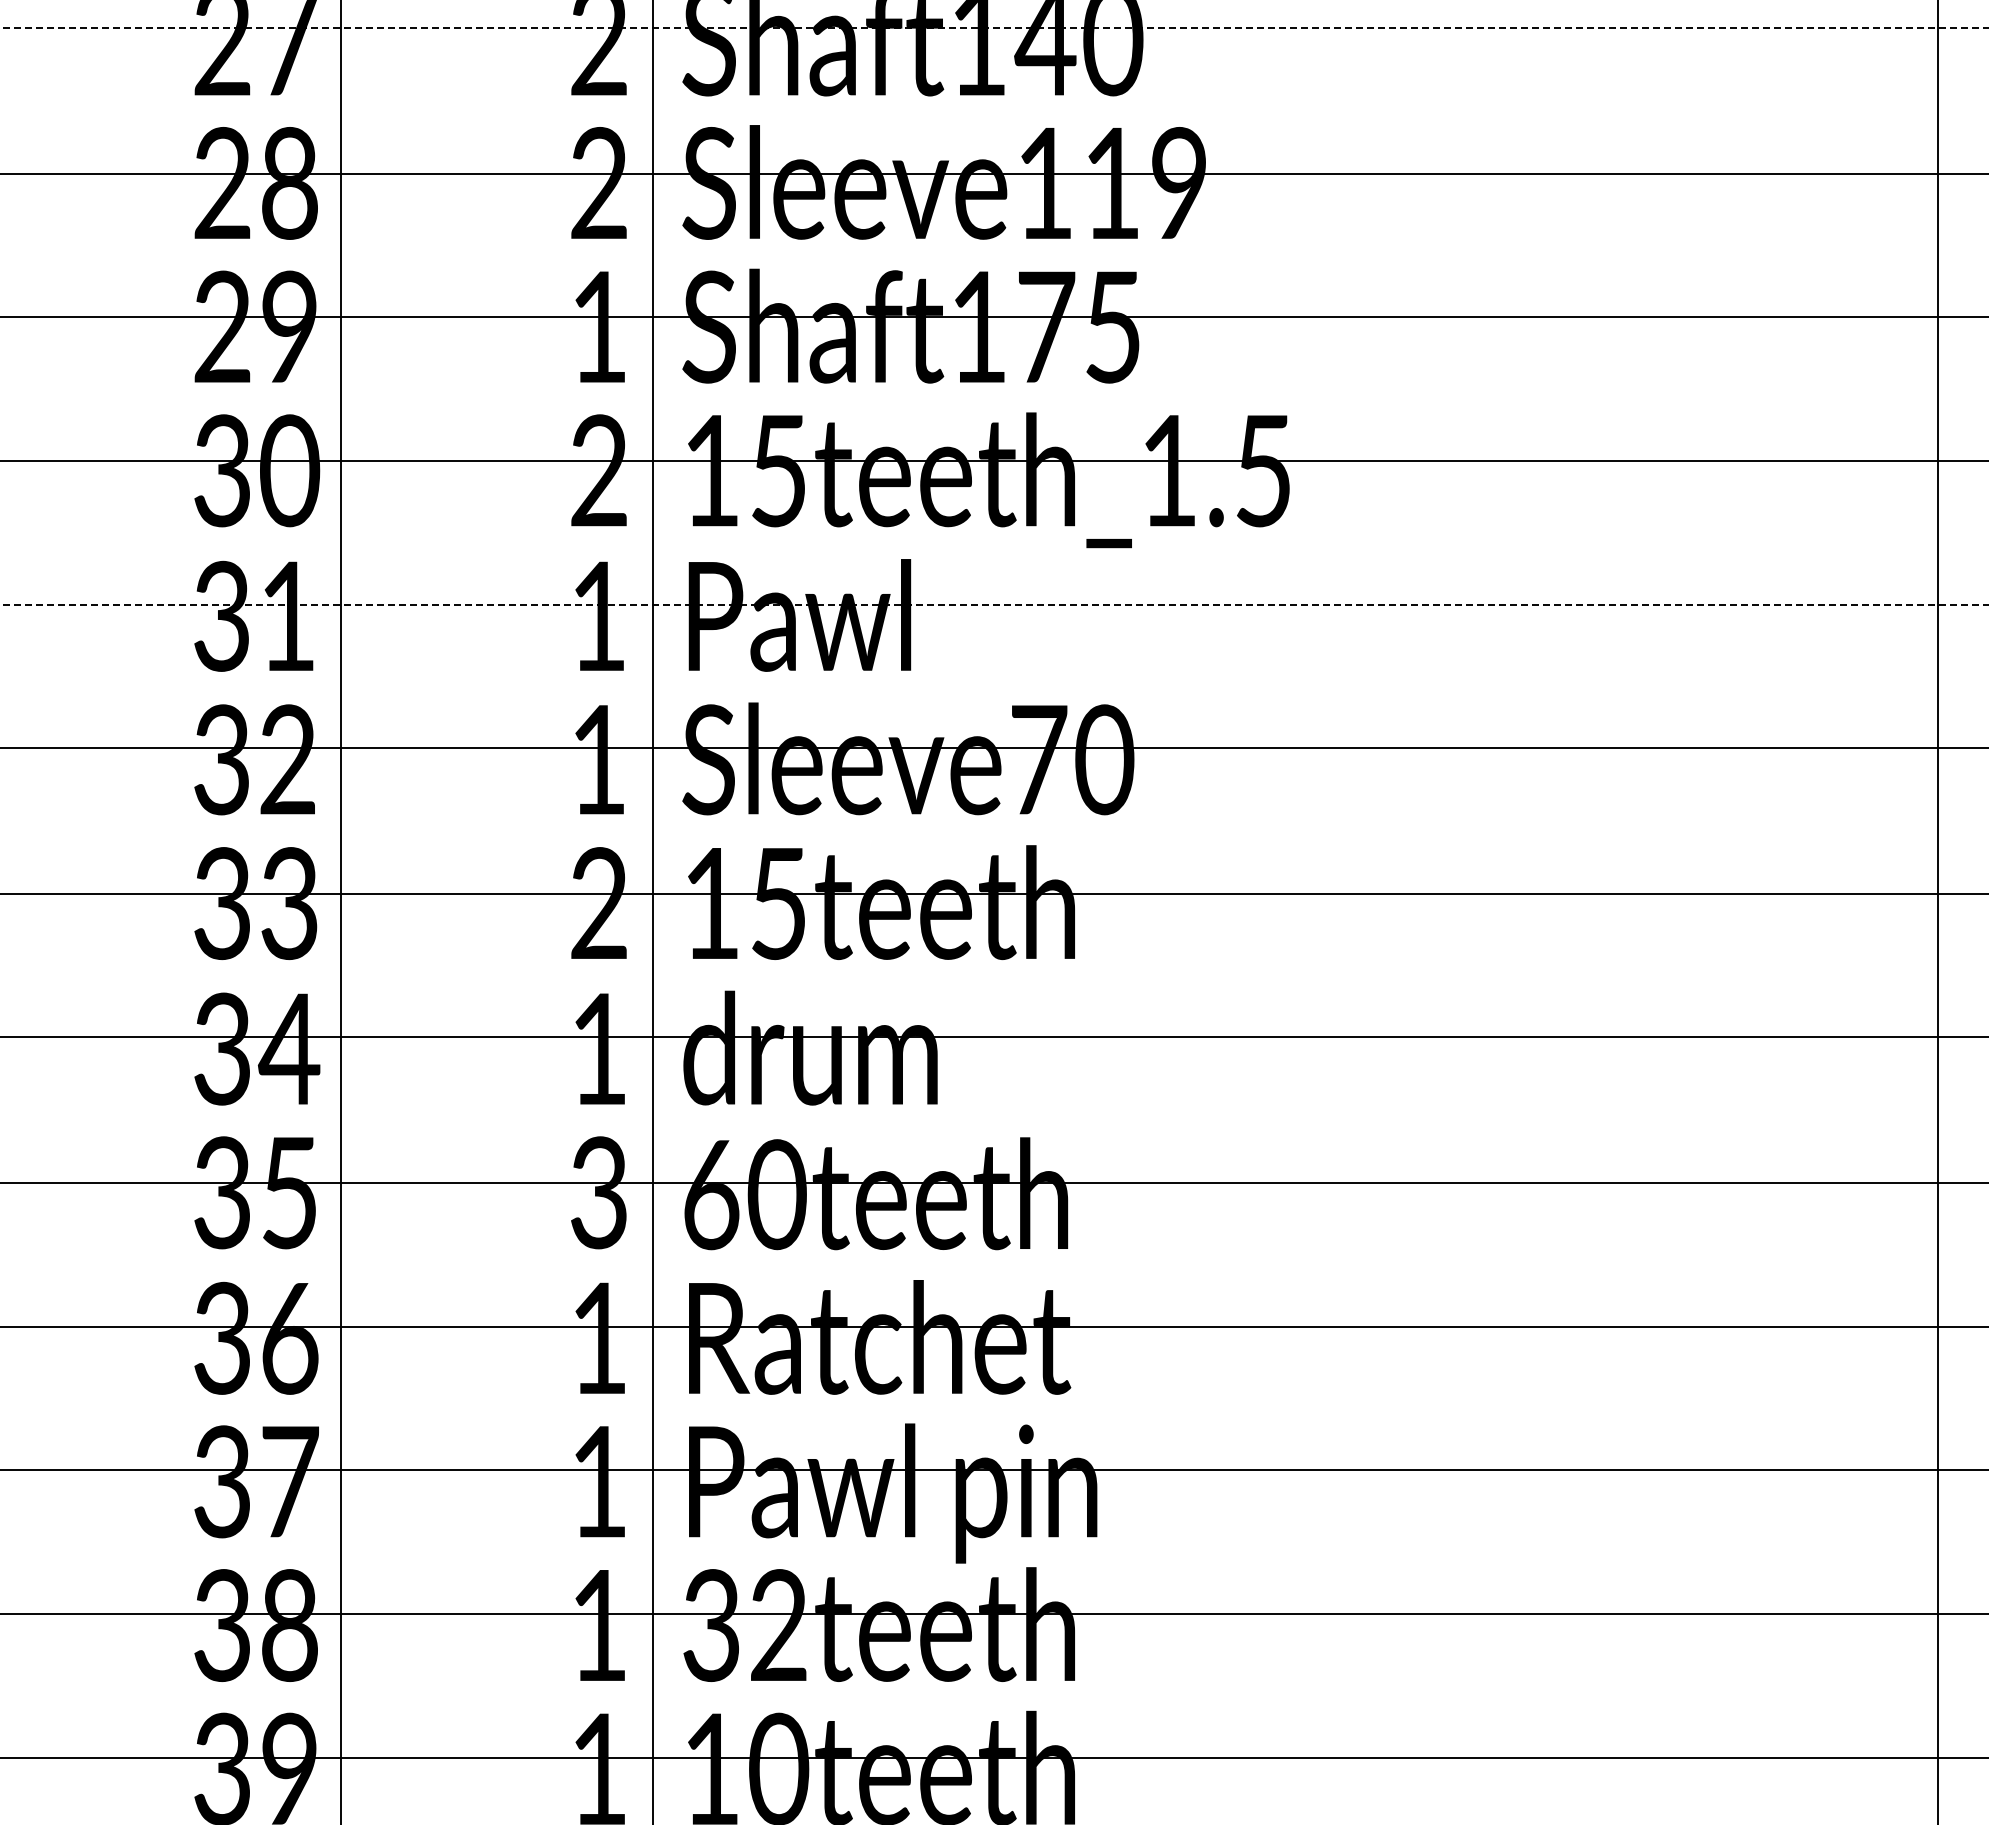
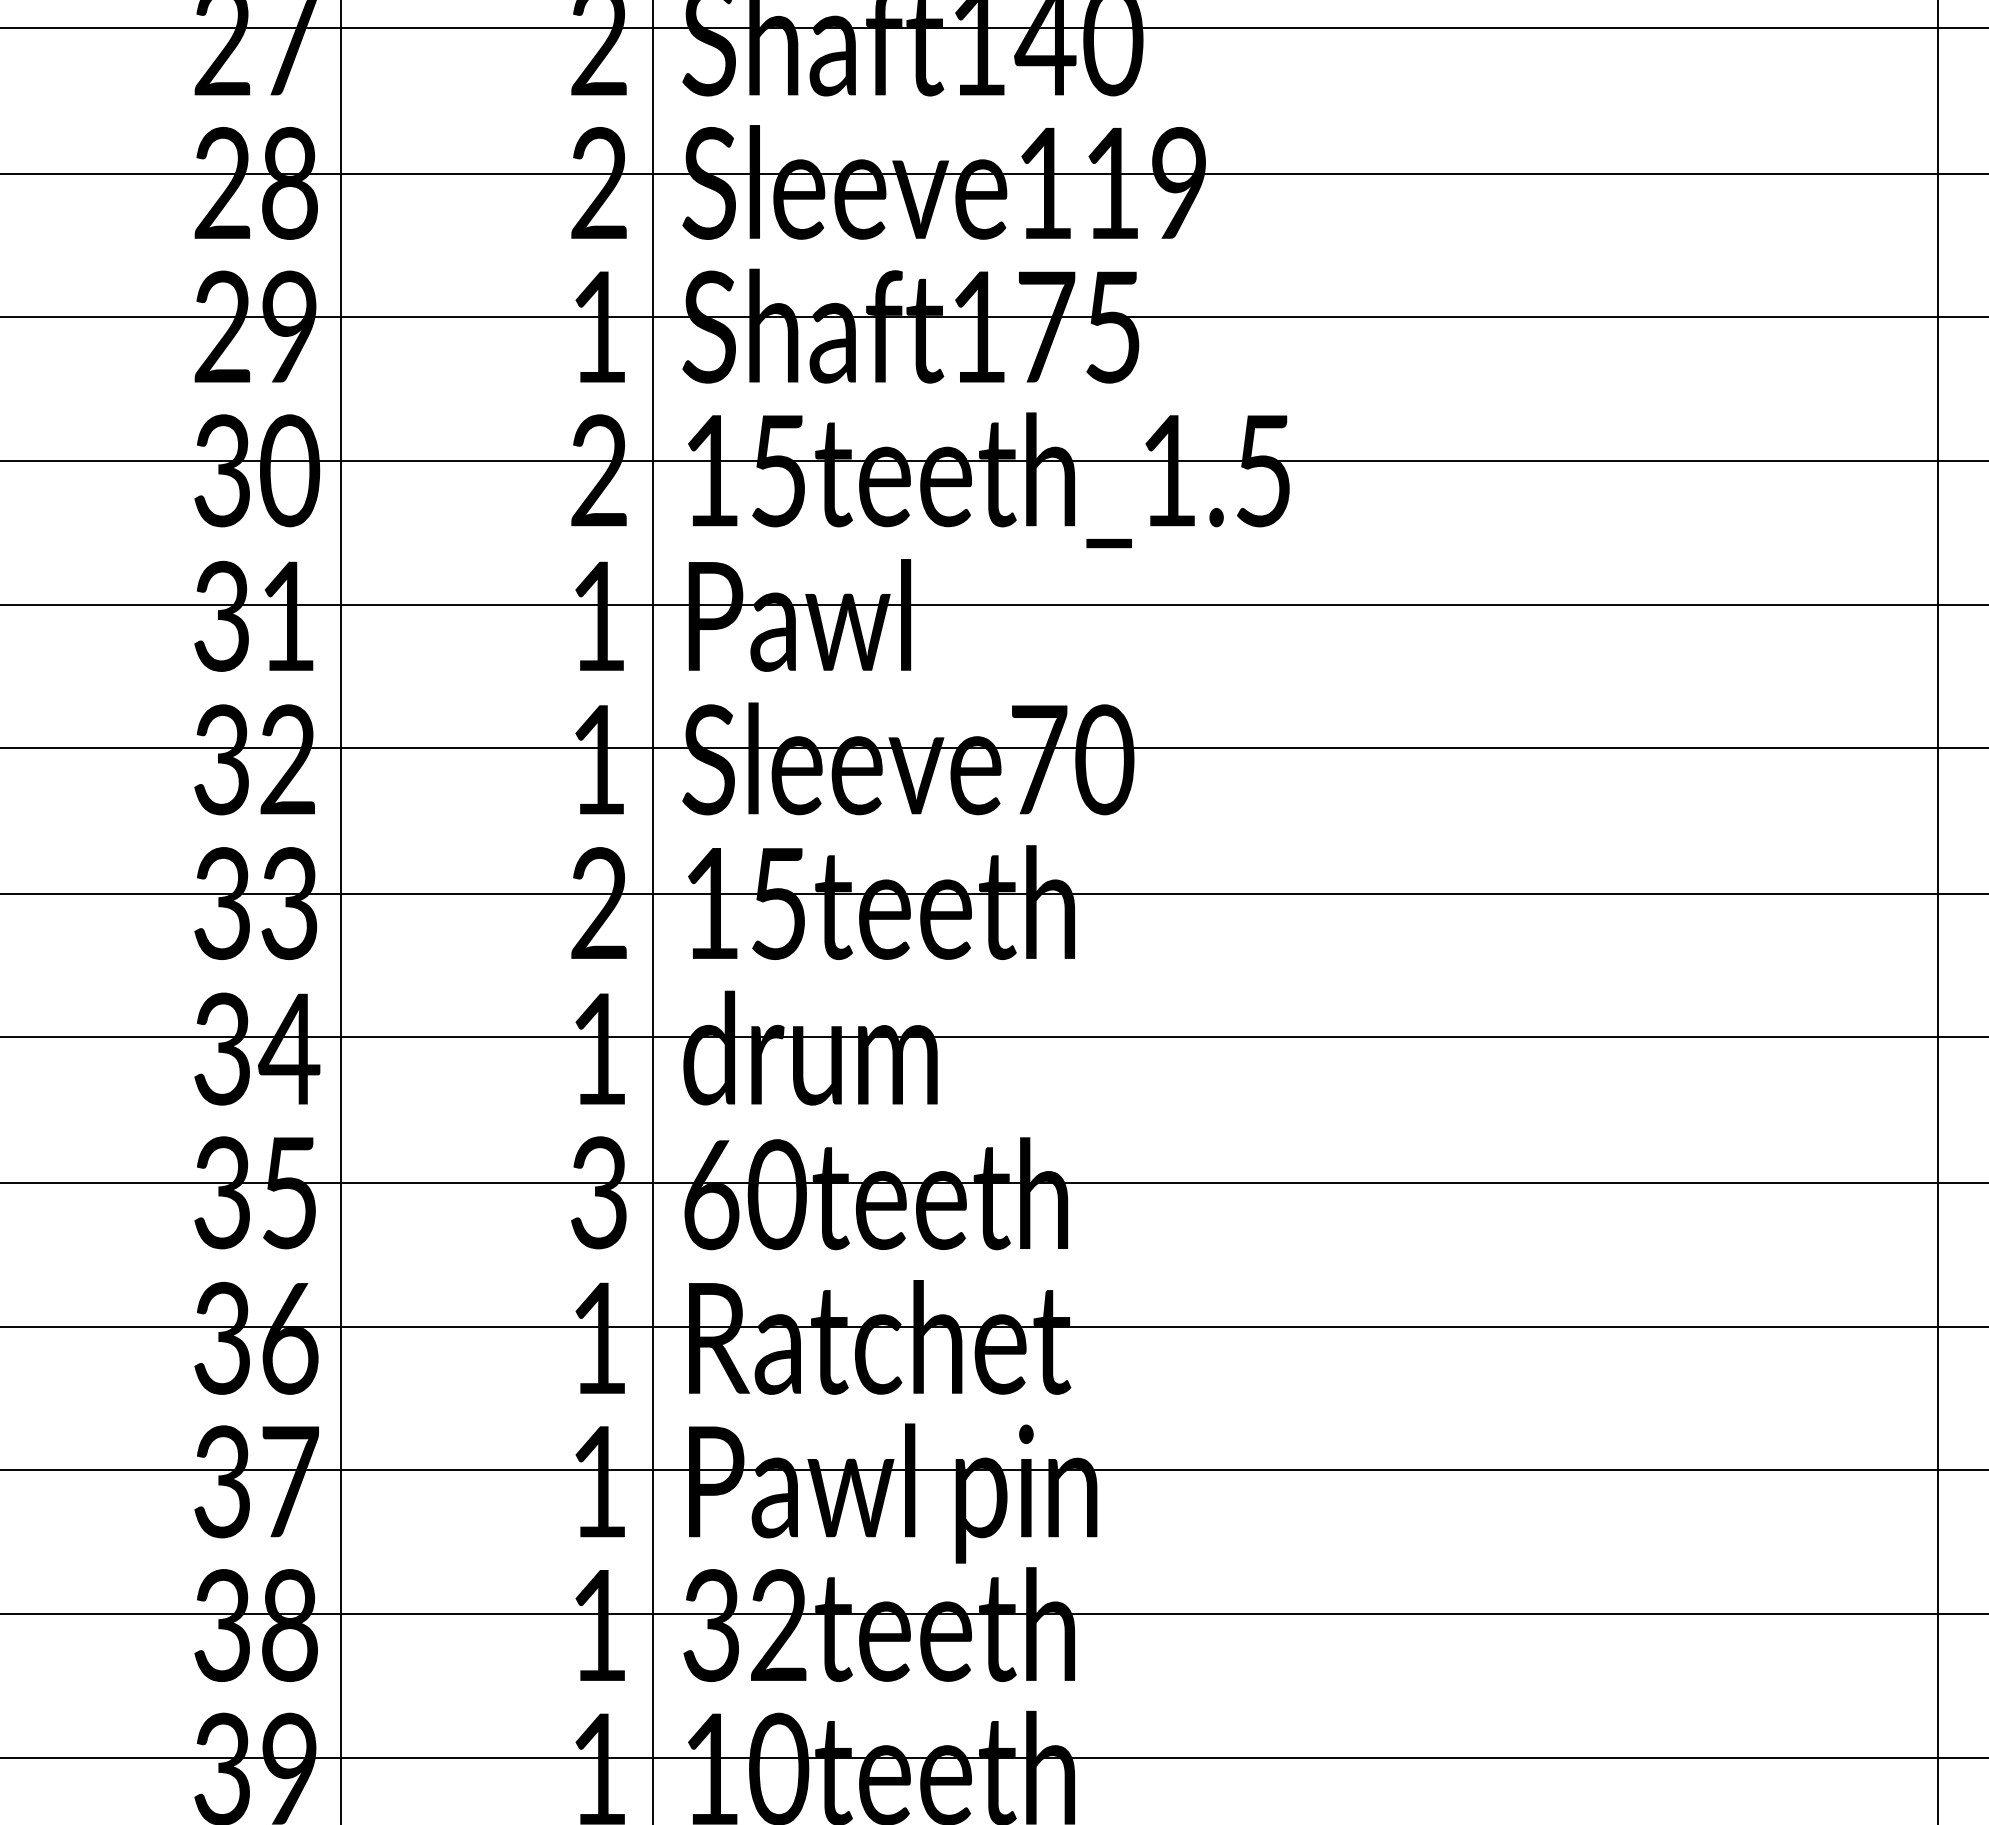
line at (994, 28): dashed -> solid
line at (994, 604): dashed -> solid
